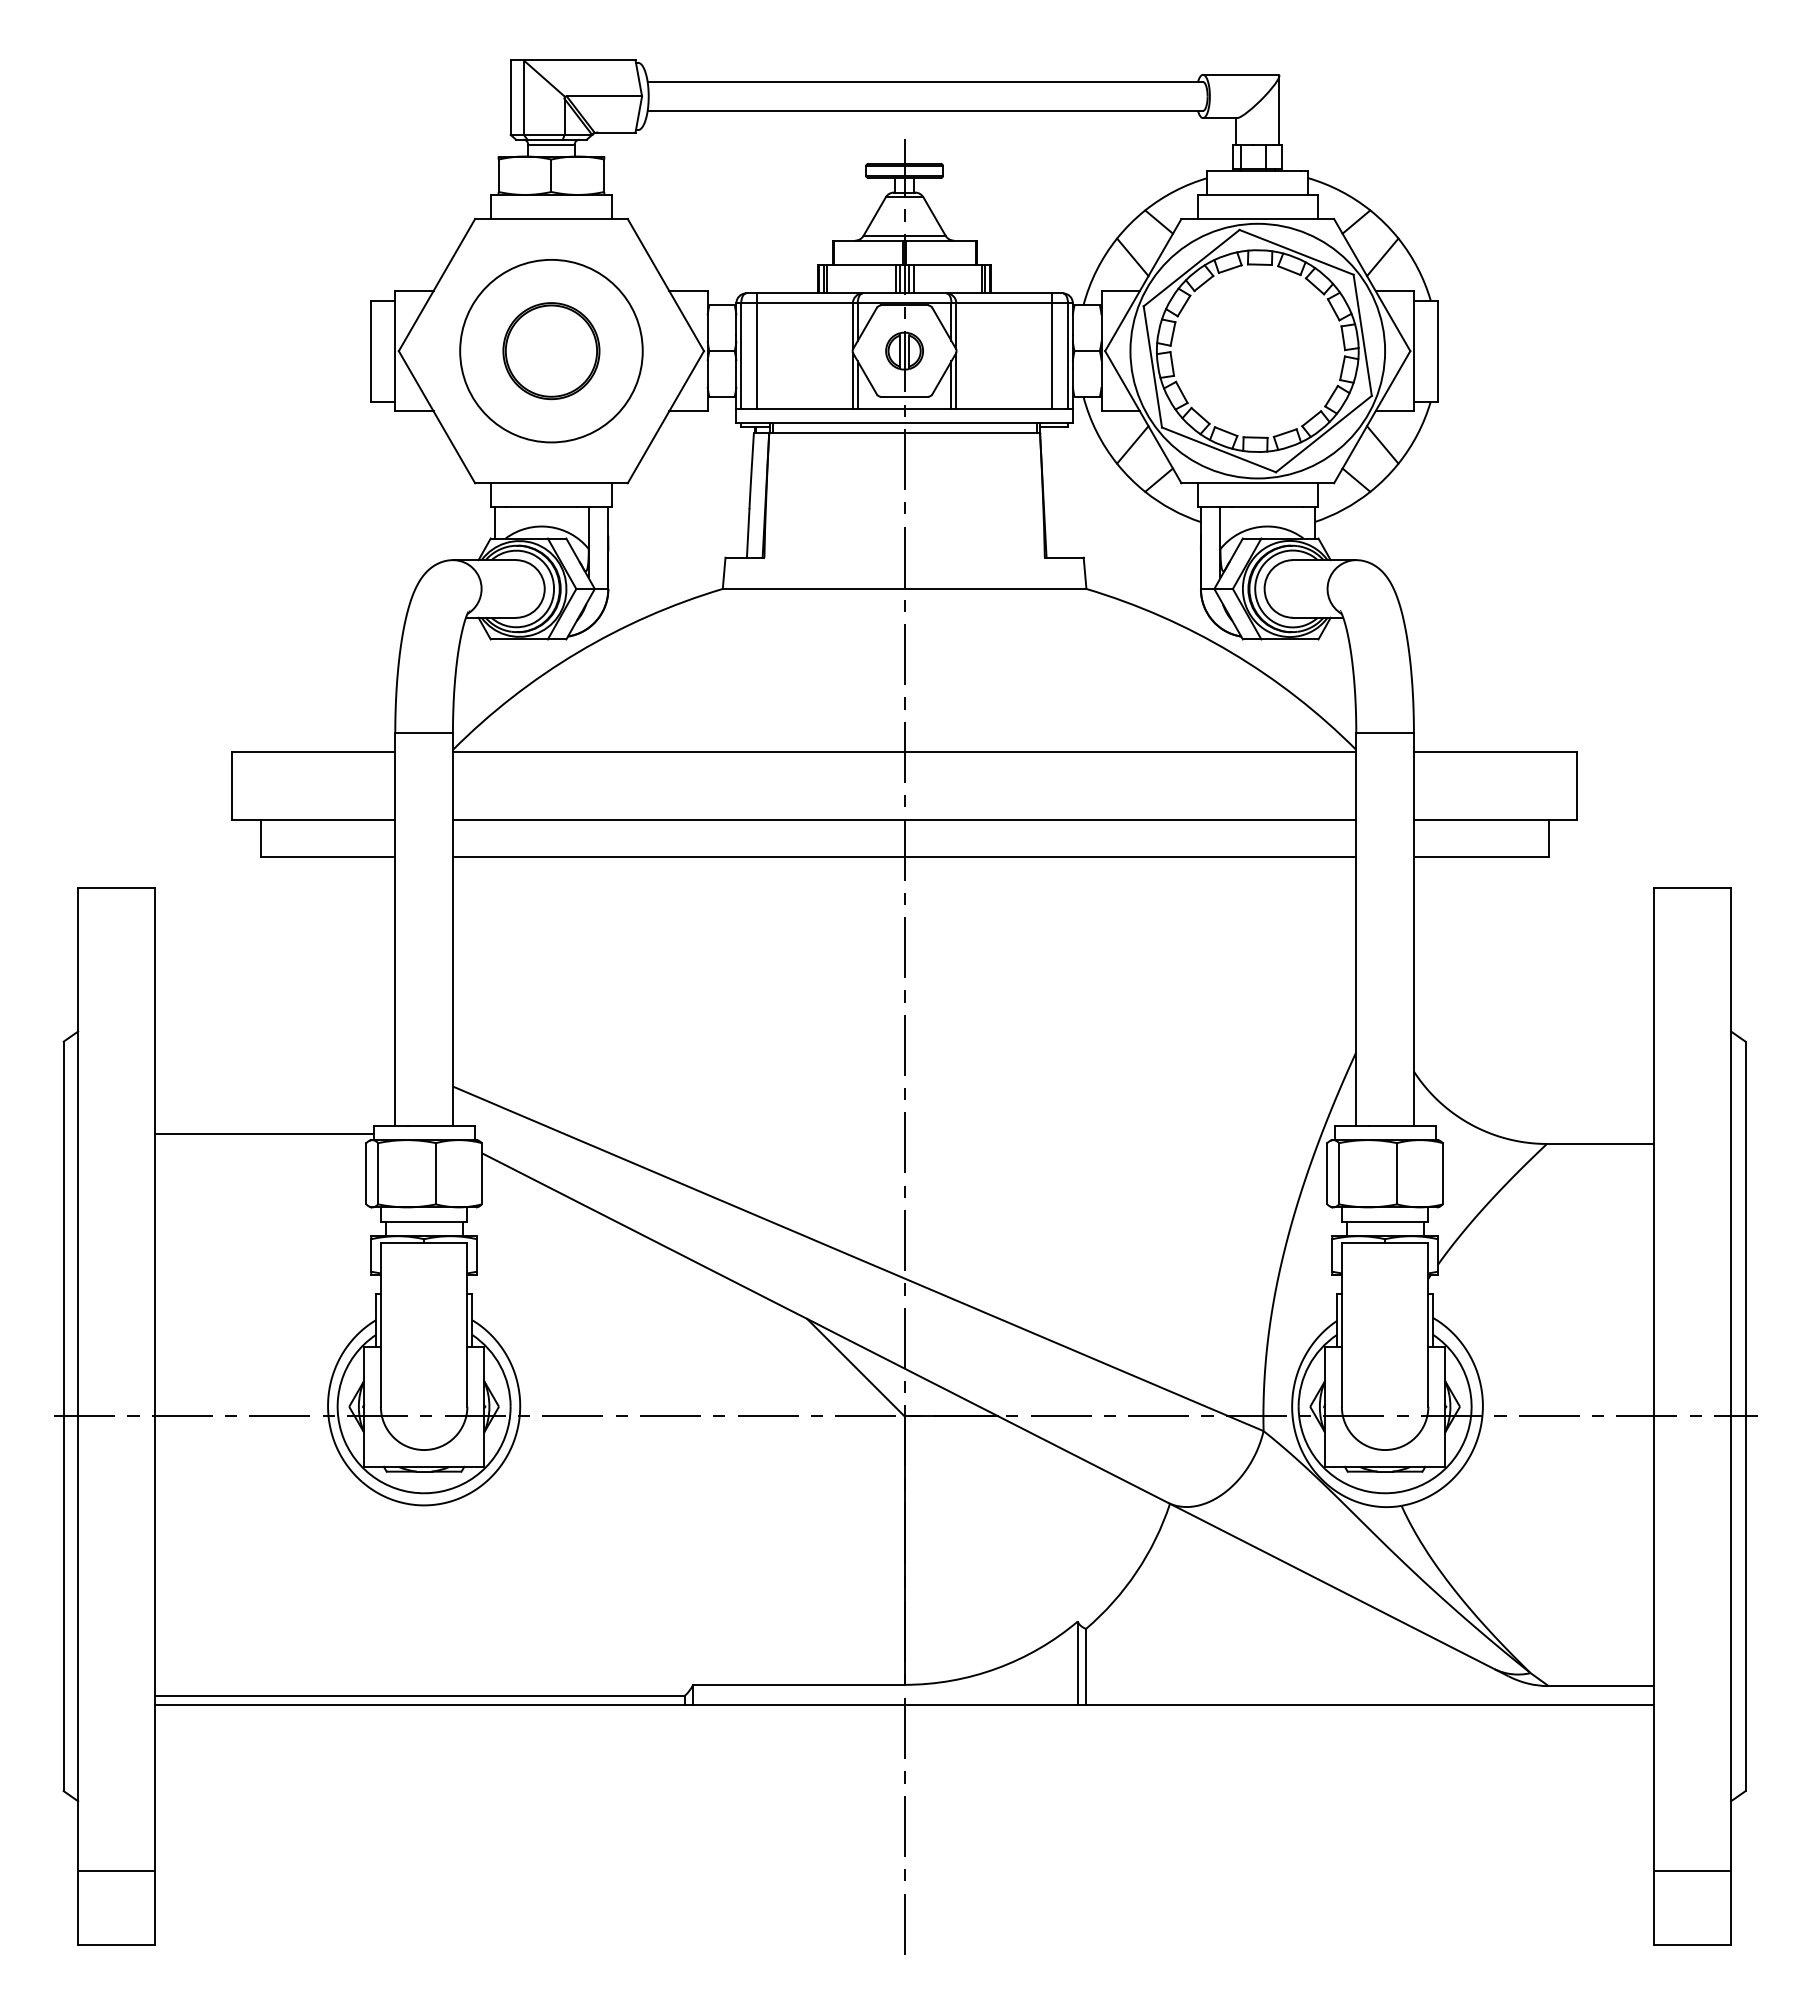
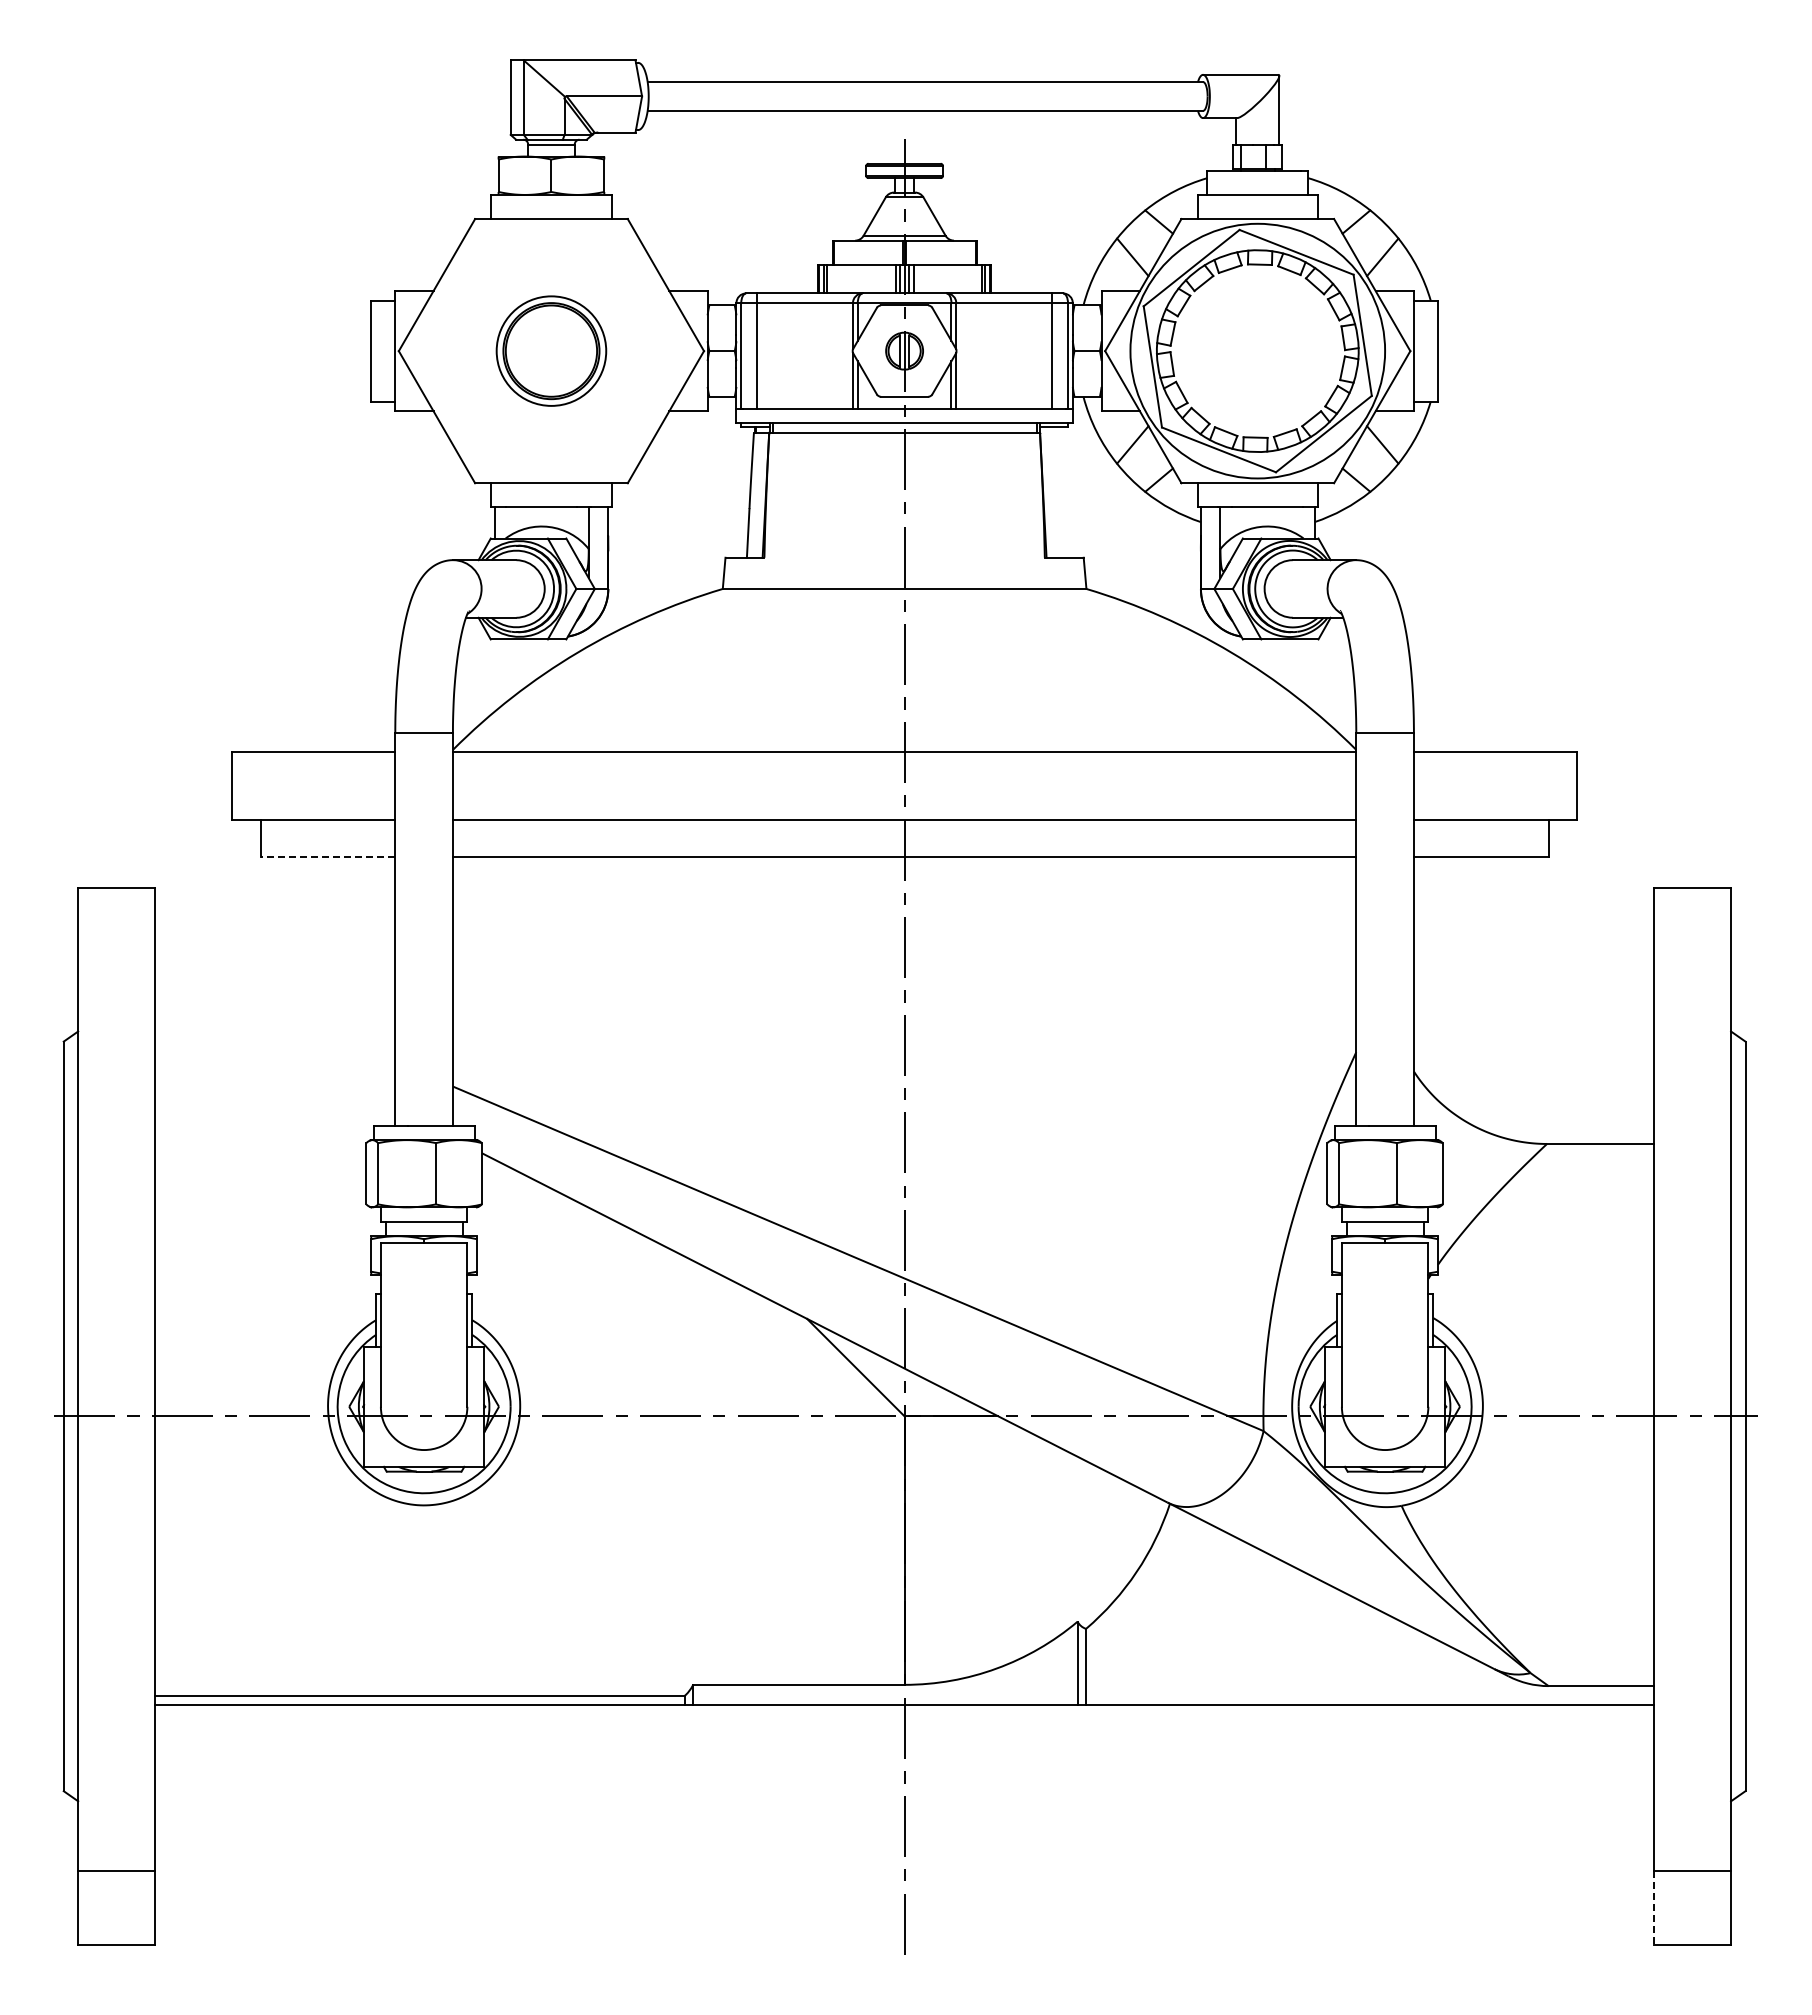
circle at (551, 350) diameter: 183 px -> 110 px
line at (327, 856): solid -> dashed
line at (264, 1134): present -> none
line at (1654, 1907): solid -> dashed
